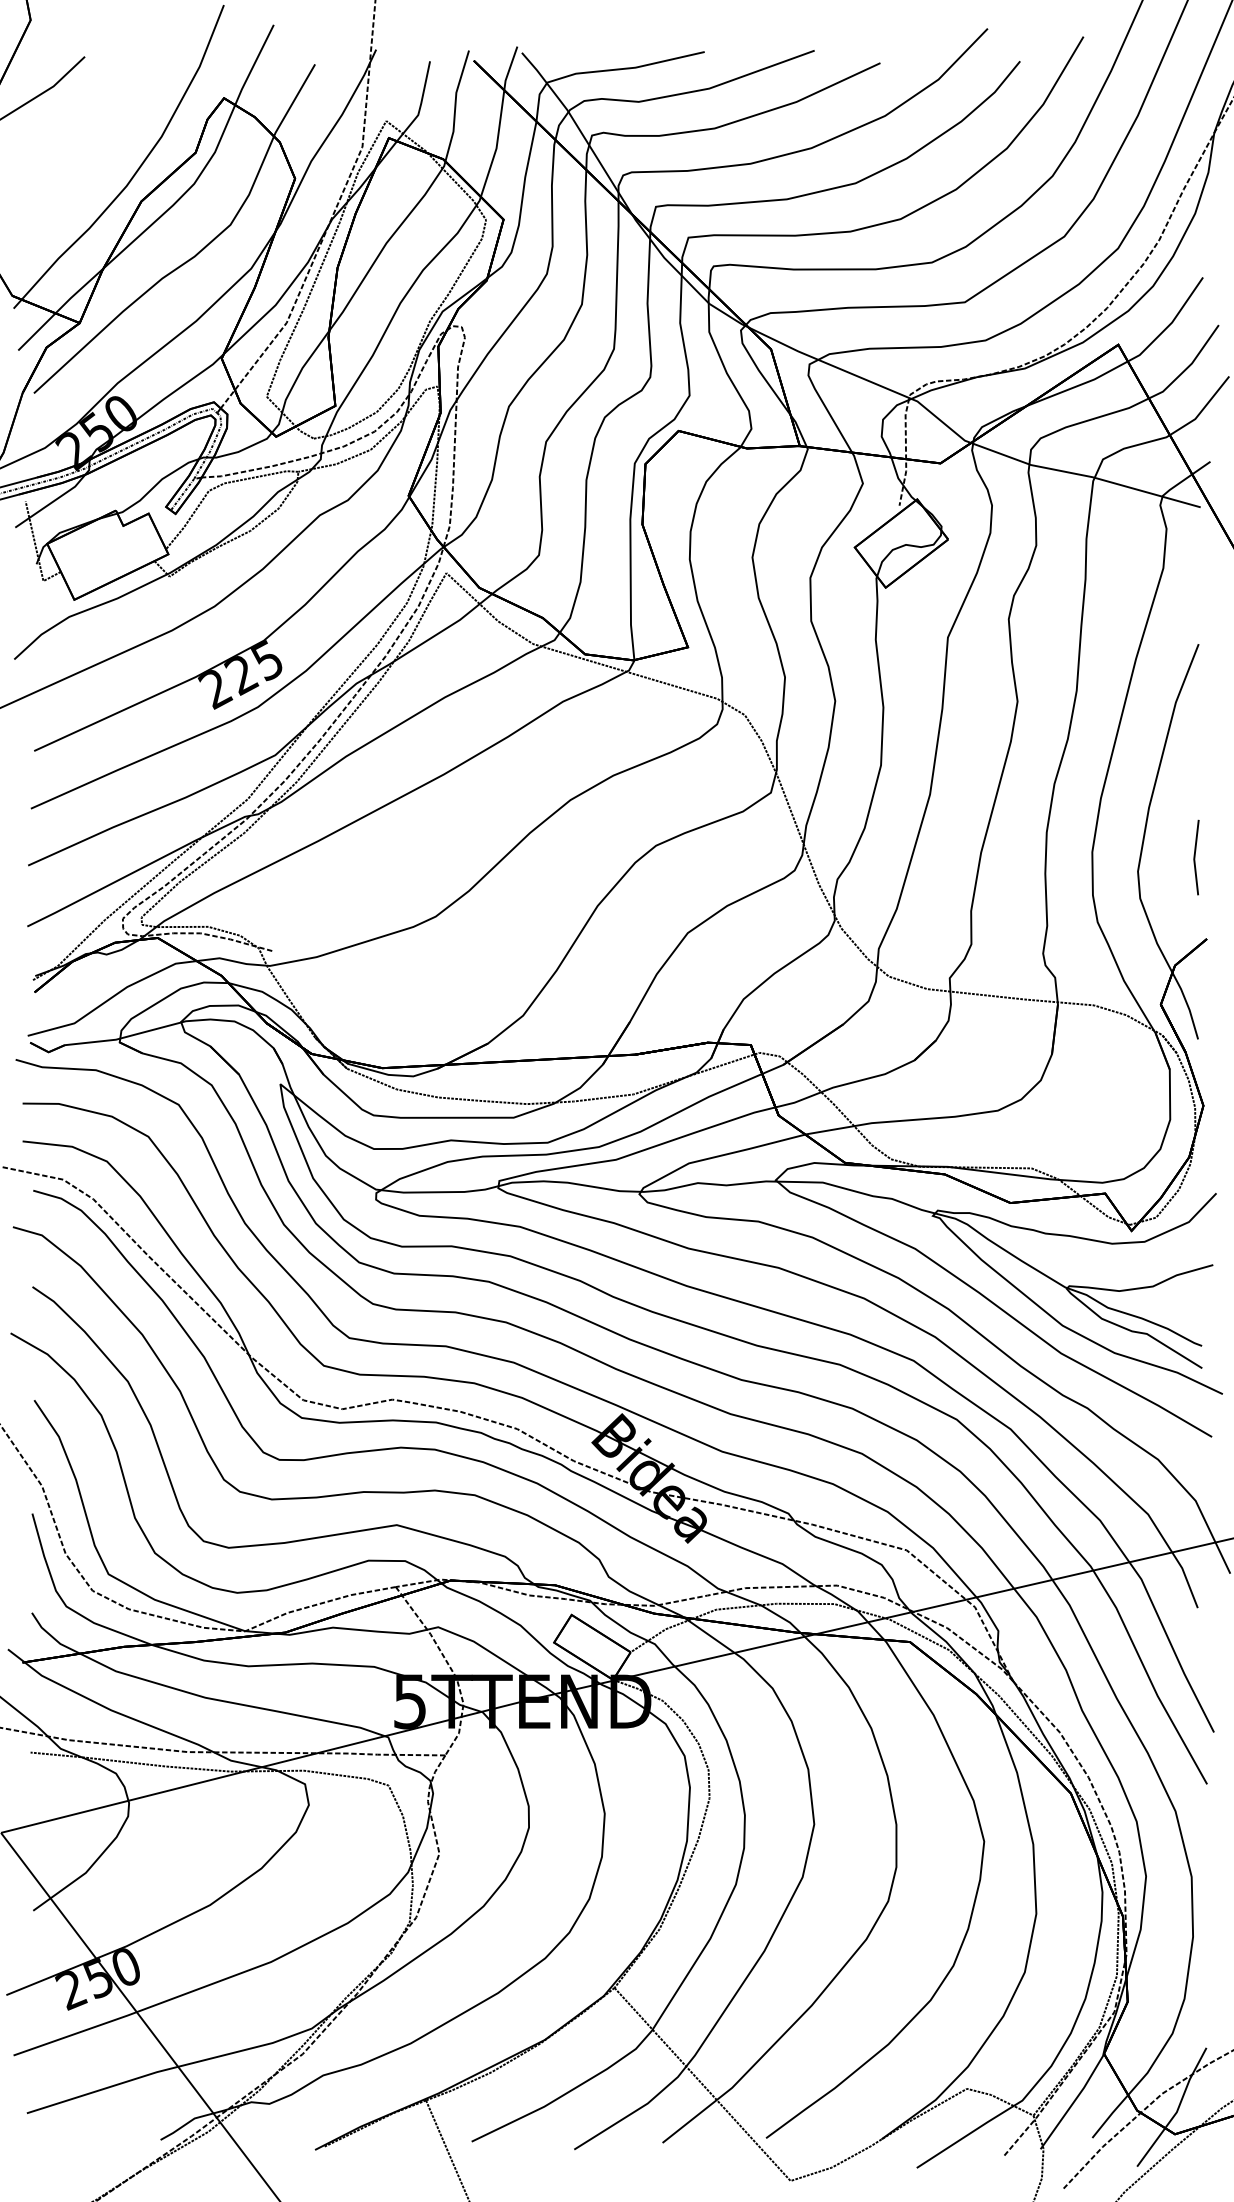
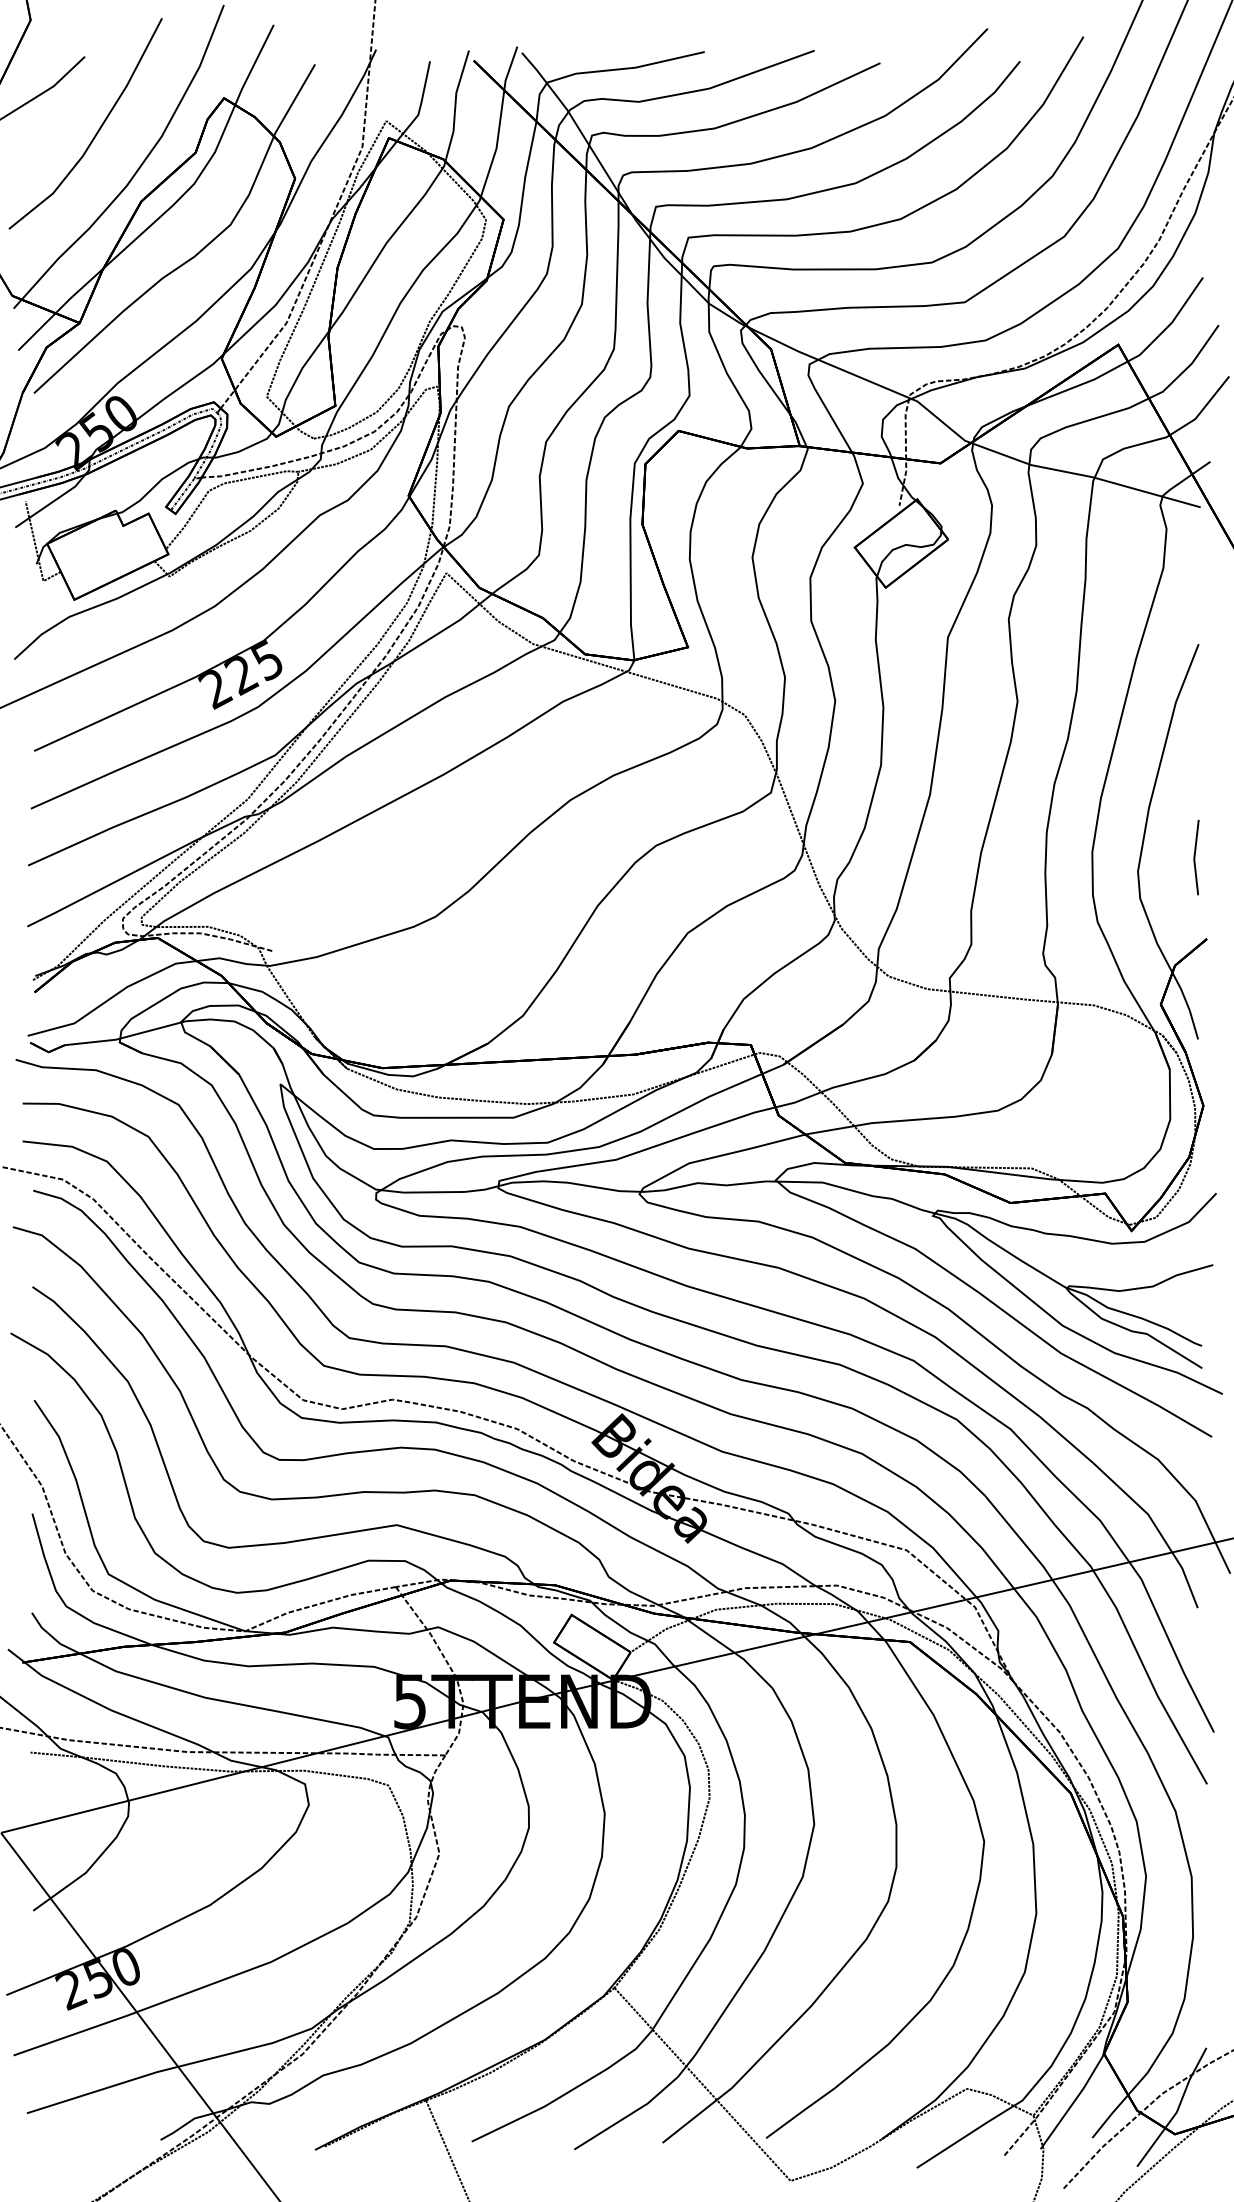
line at (97, 130): none -> present
